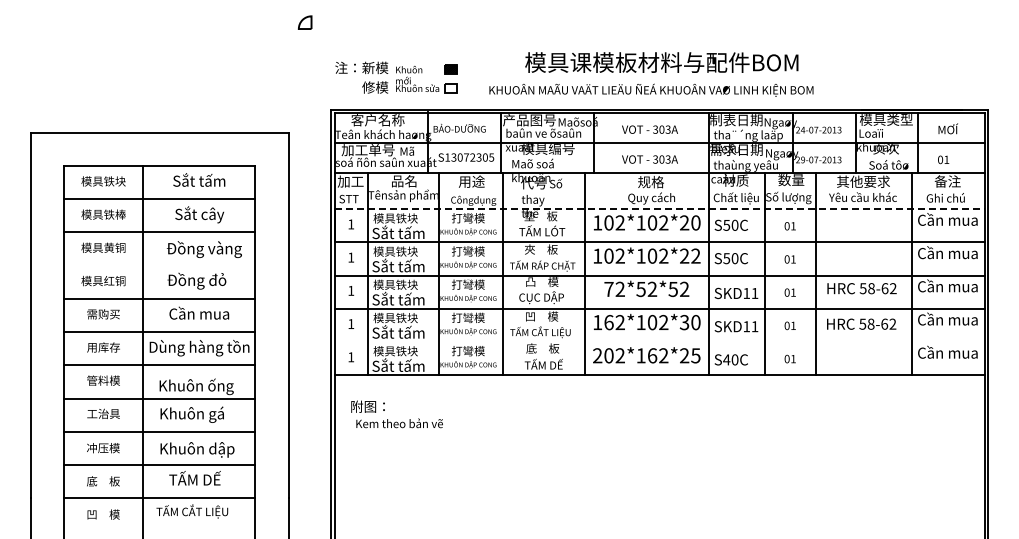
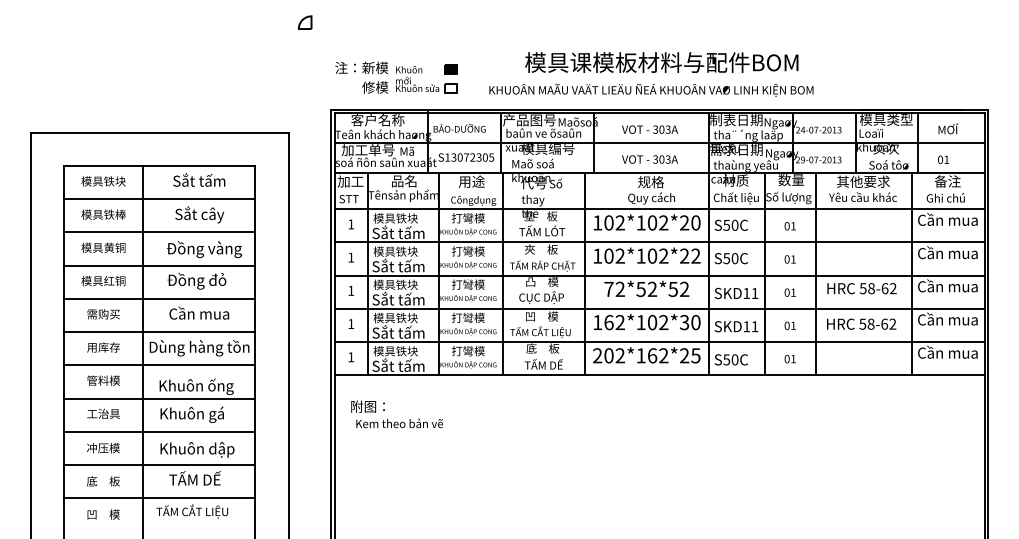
line at (660, 209): dashed -> solid
line at (159, 265): none -> present
line at (659, 341): none -> present
text at (726, 359): S40C -> S50C
